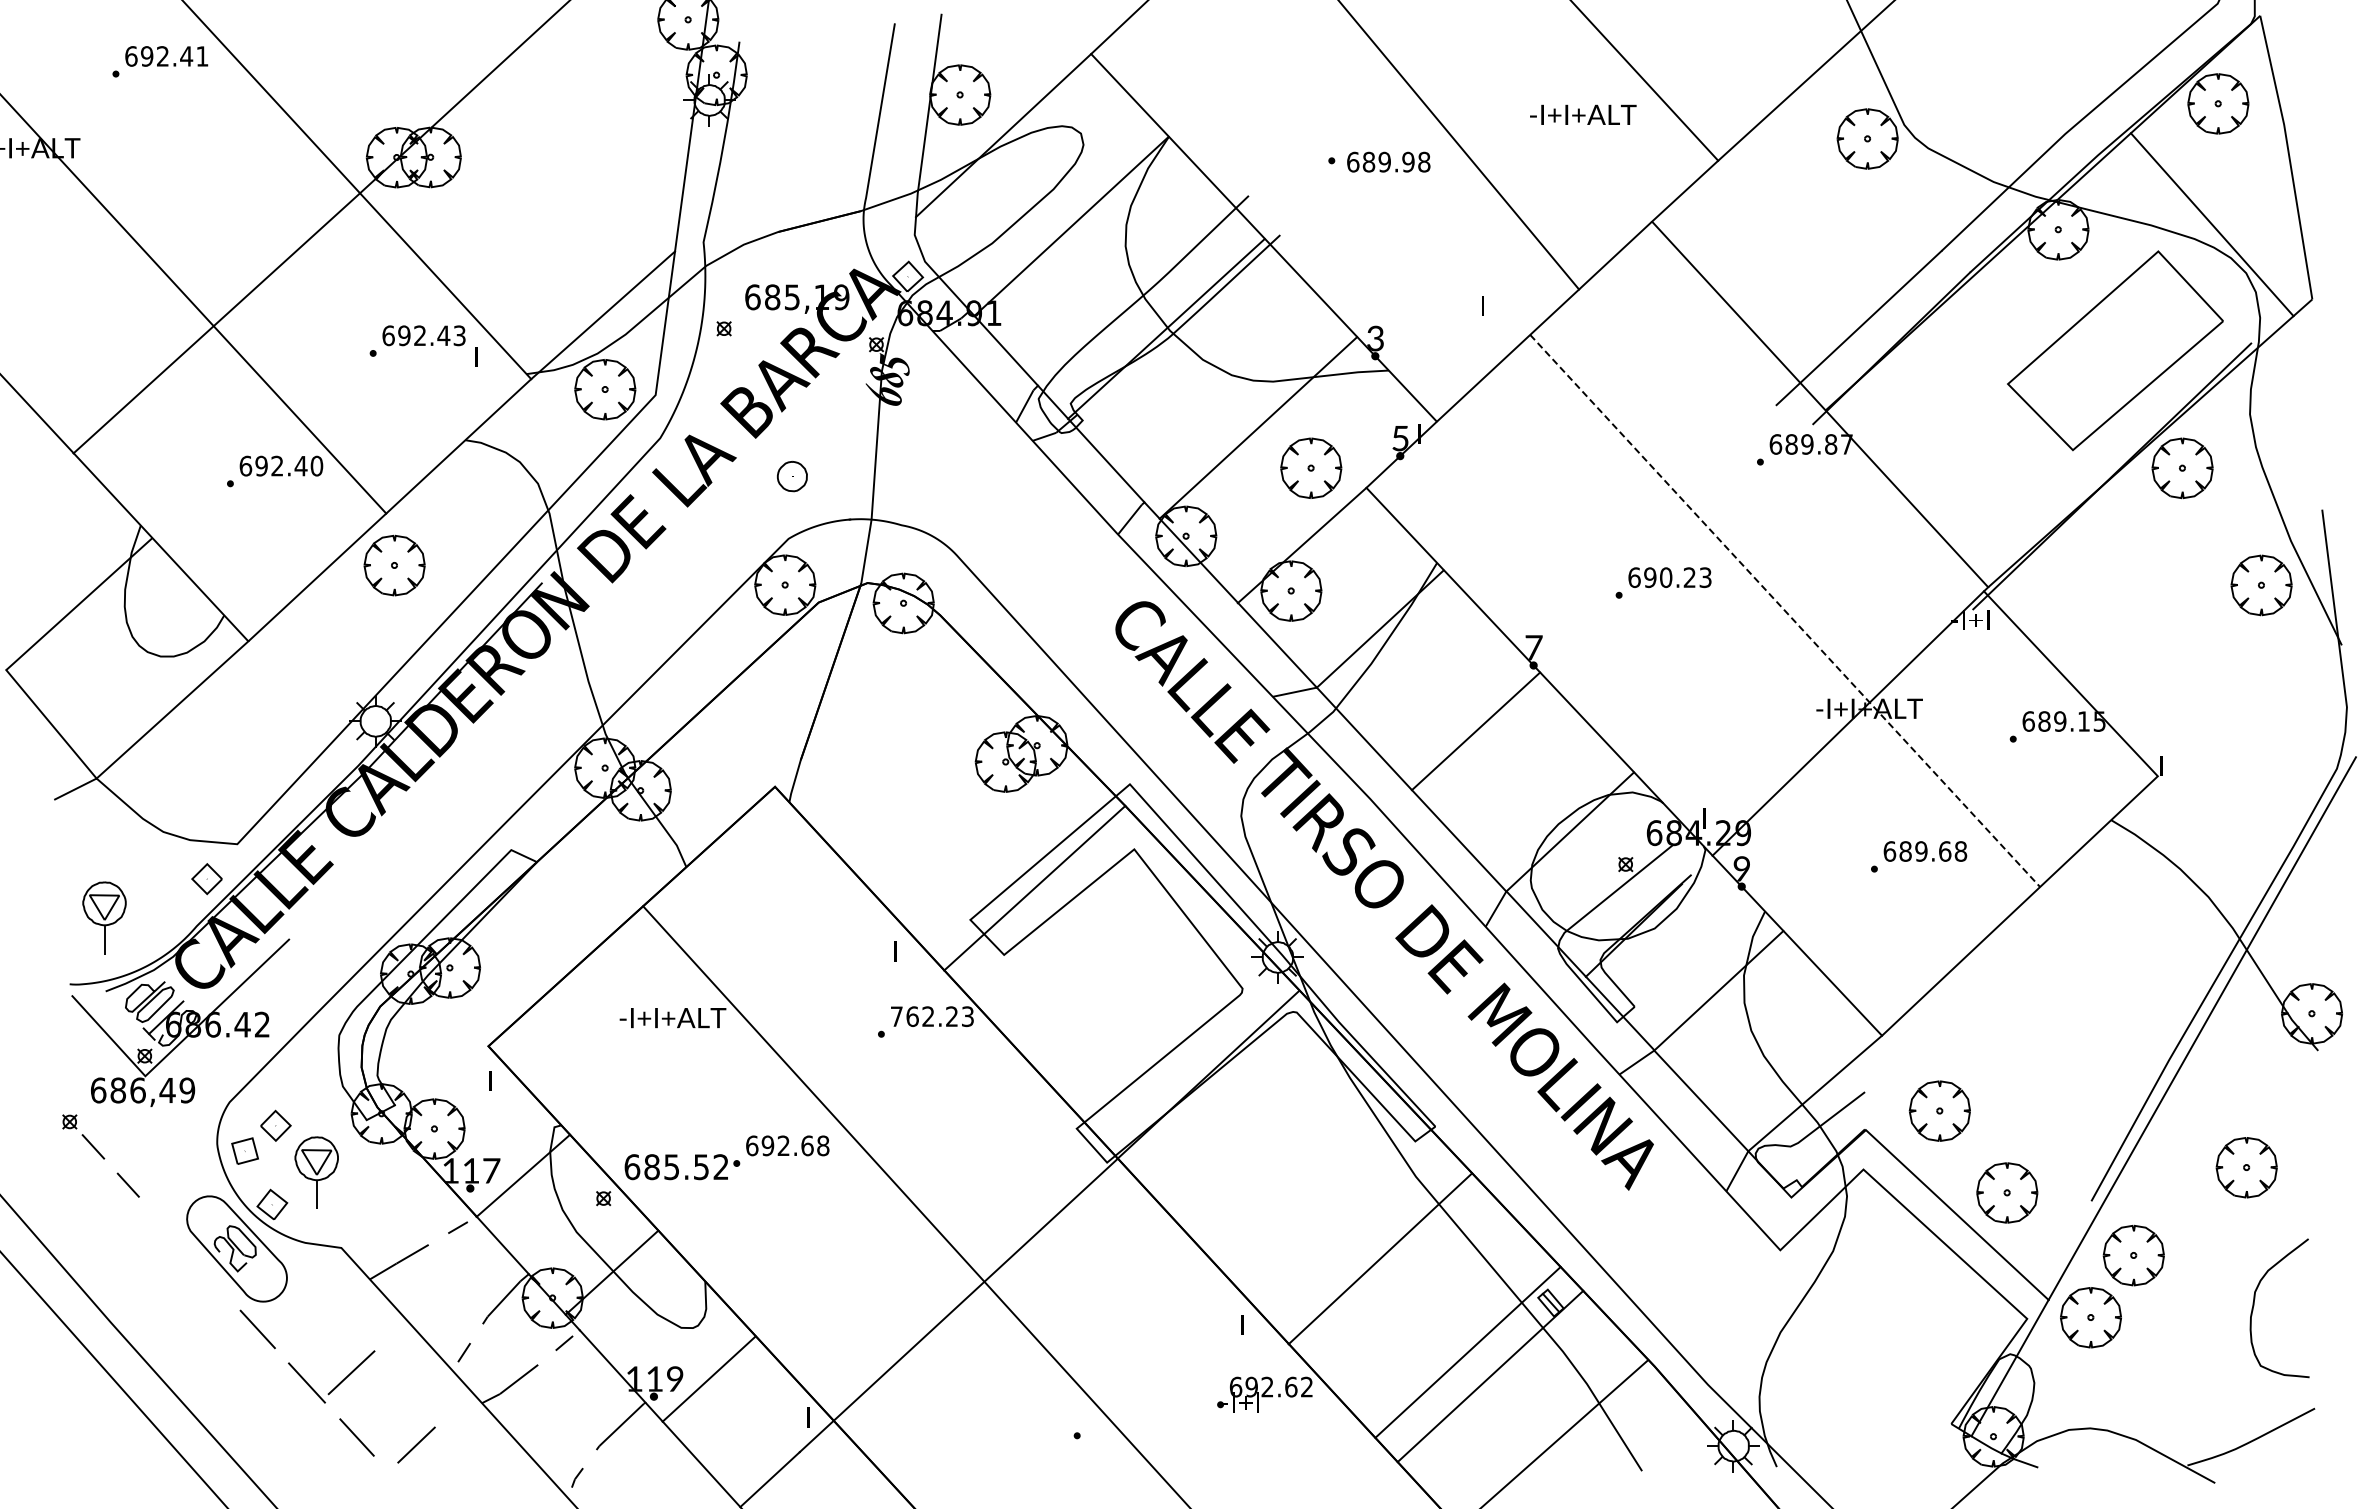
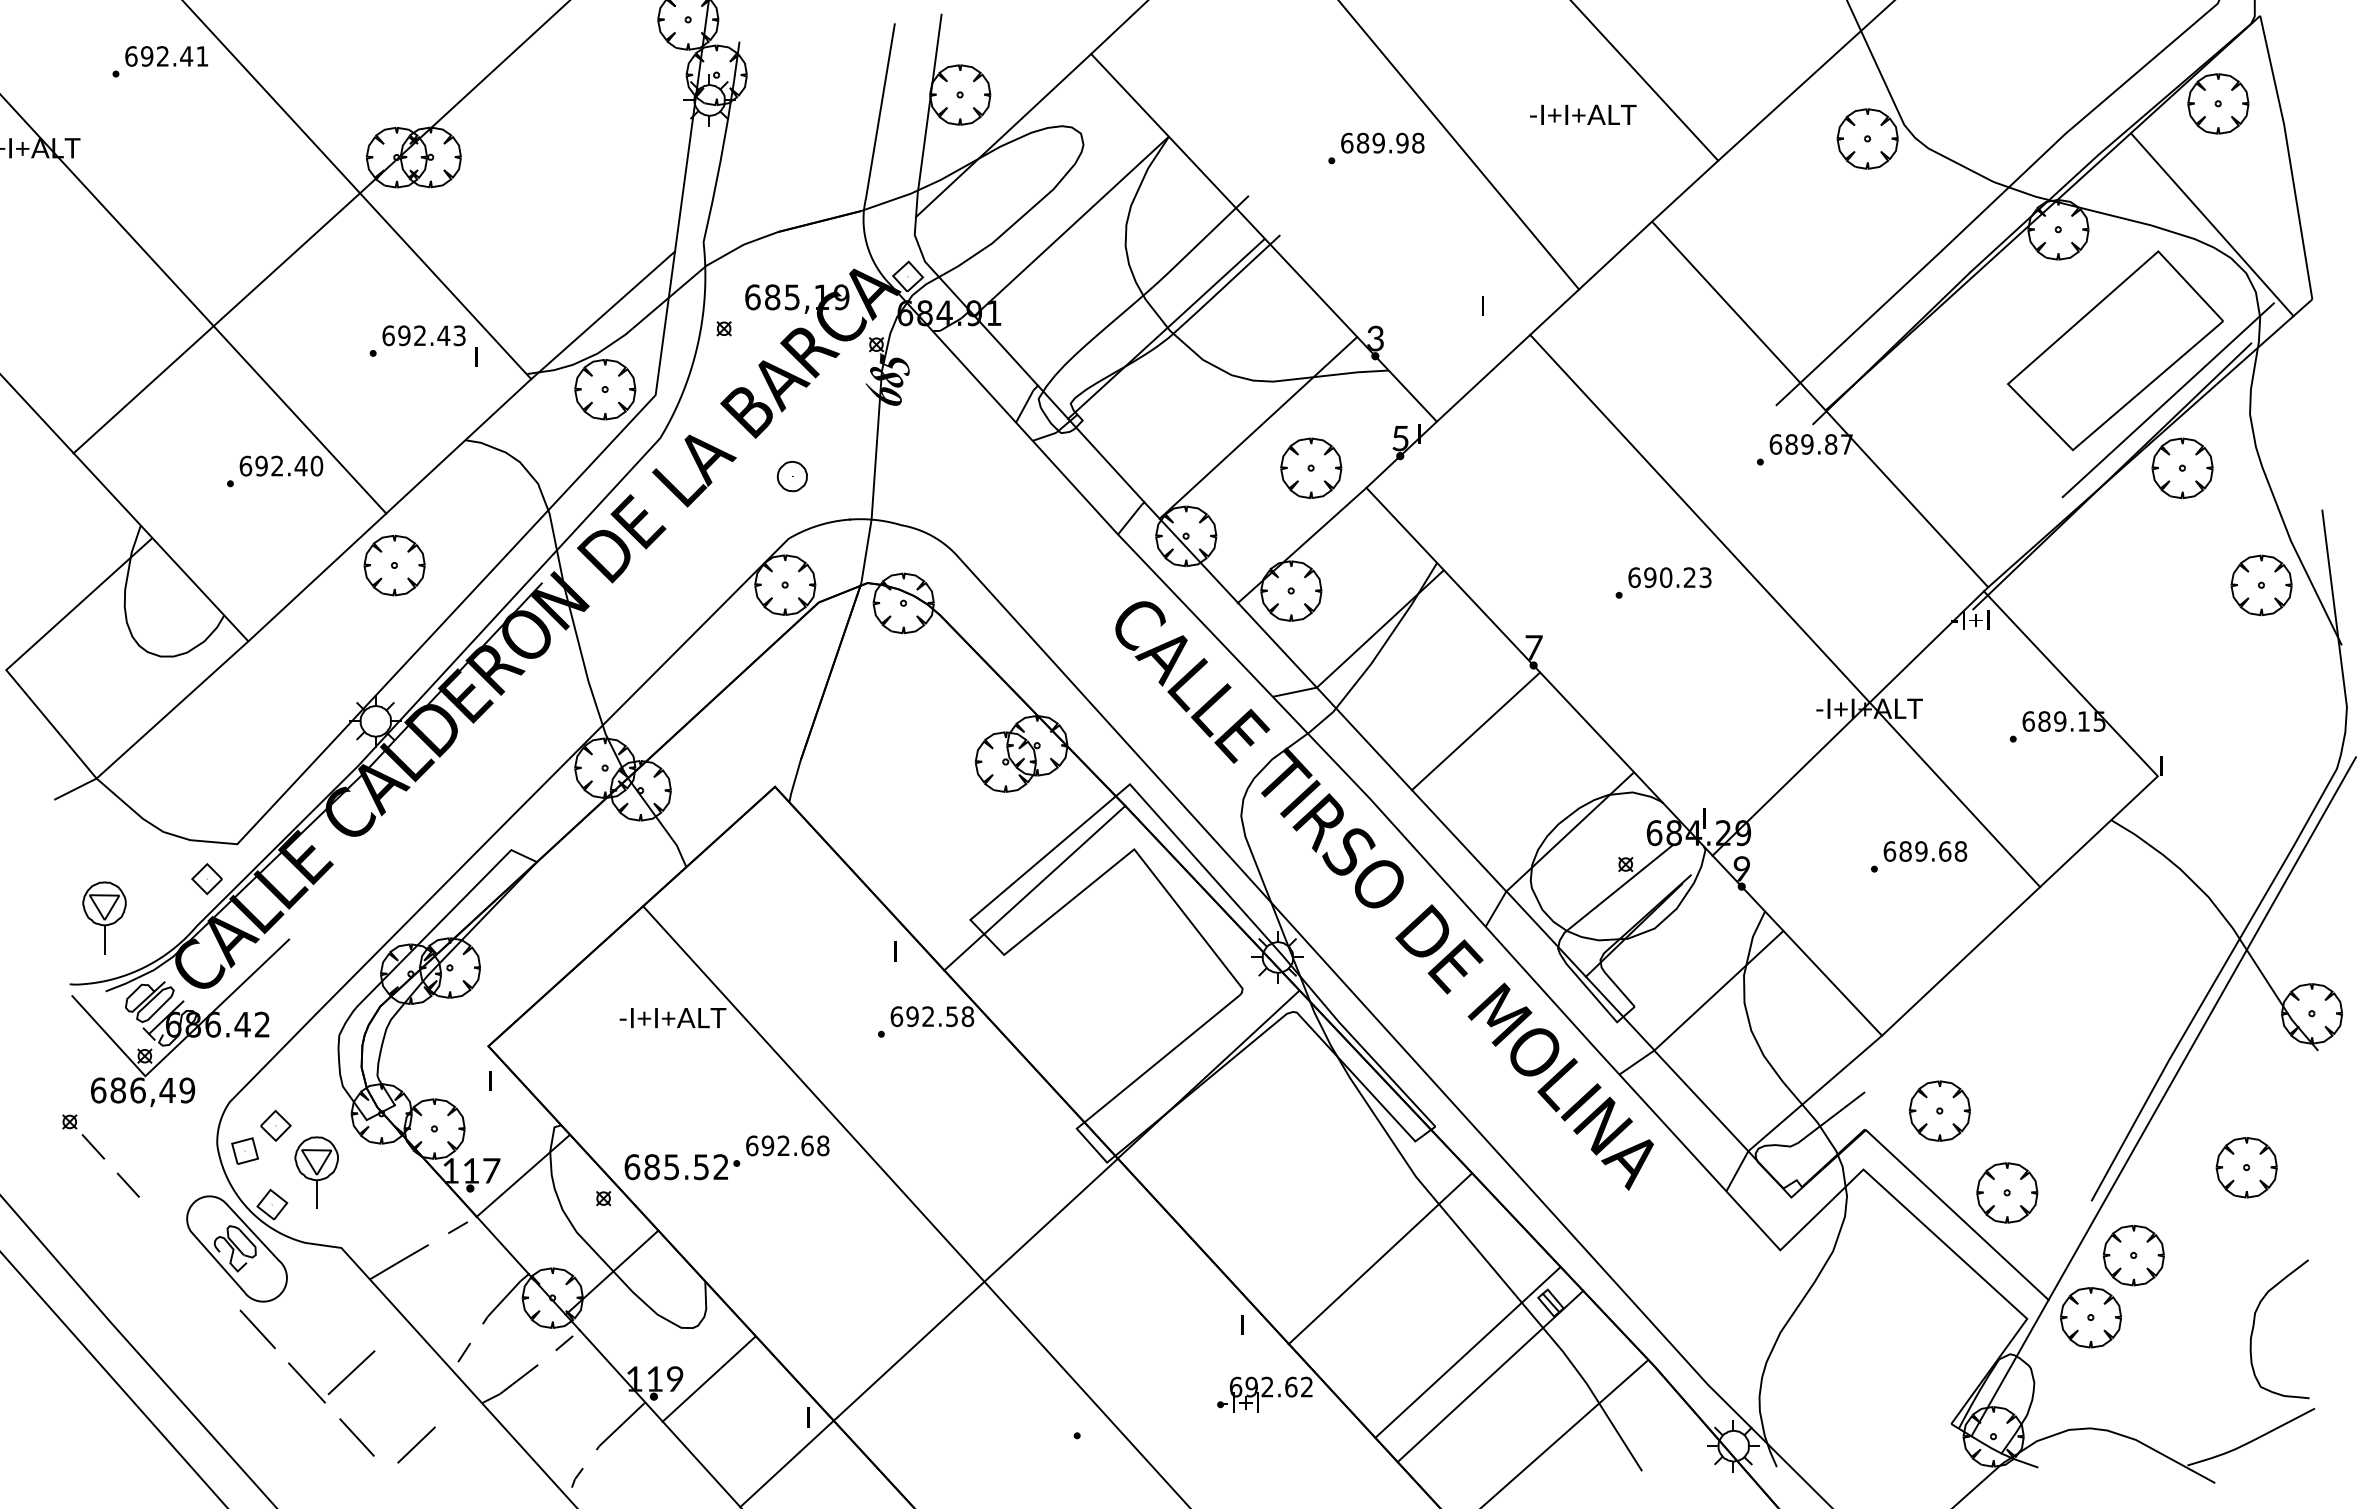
text at (1388, 161) position: (1388, 161) -> (1382, 142)
line at (2167, 400): none -> present
line at (1785, 610): dashed -> solid
text at (932, 1016): 762.23 -> 692.58
curve at (2254, 1306) position: (2254, 1306) -> (2254, 1327)
